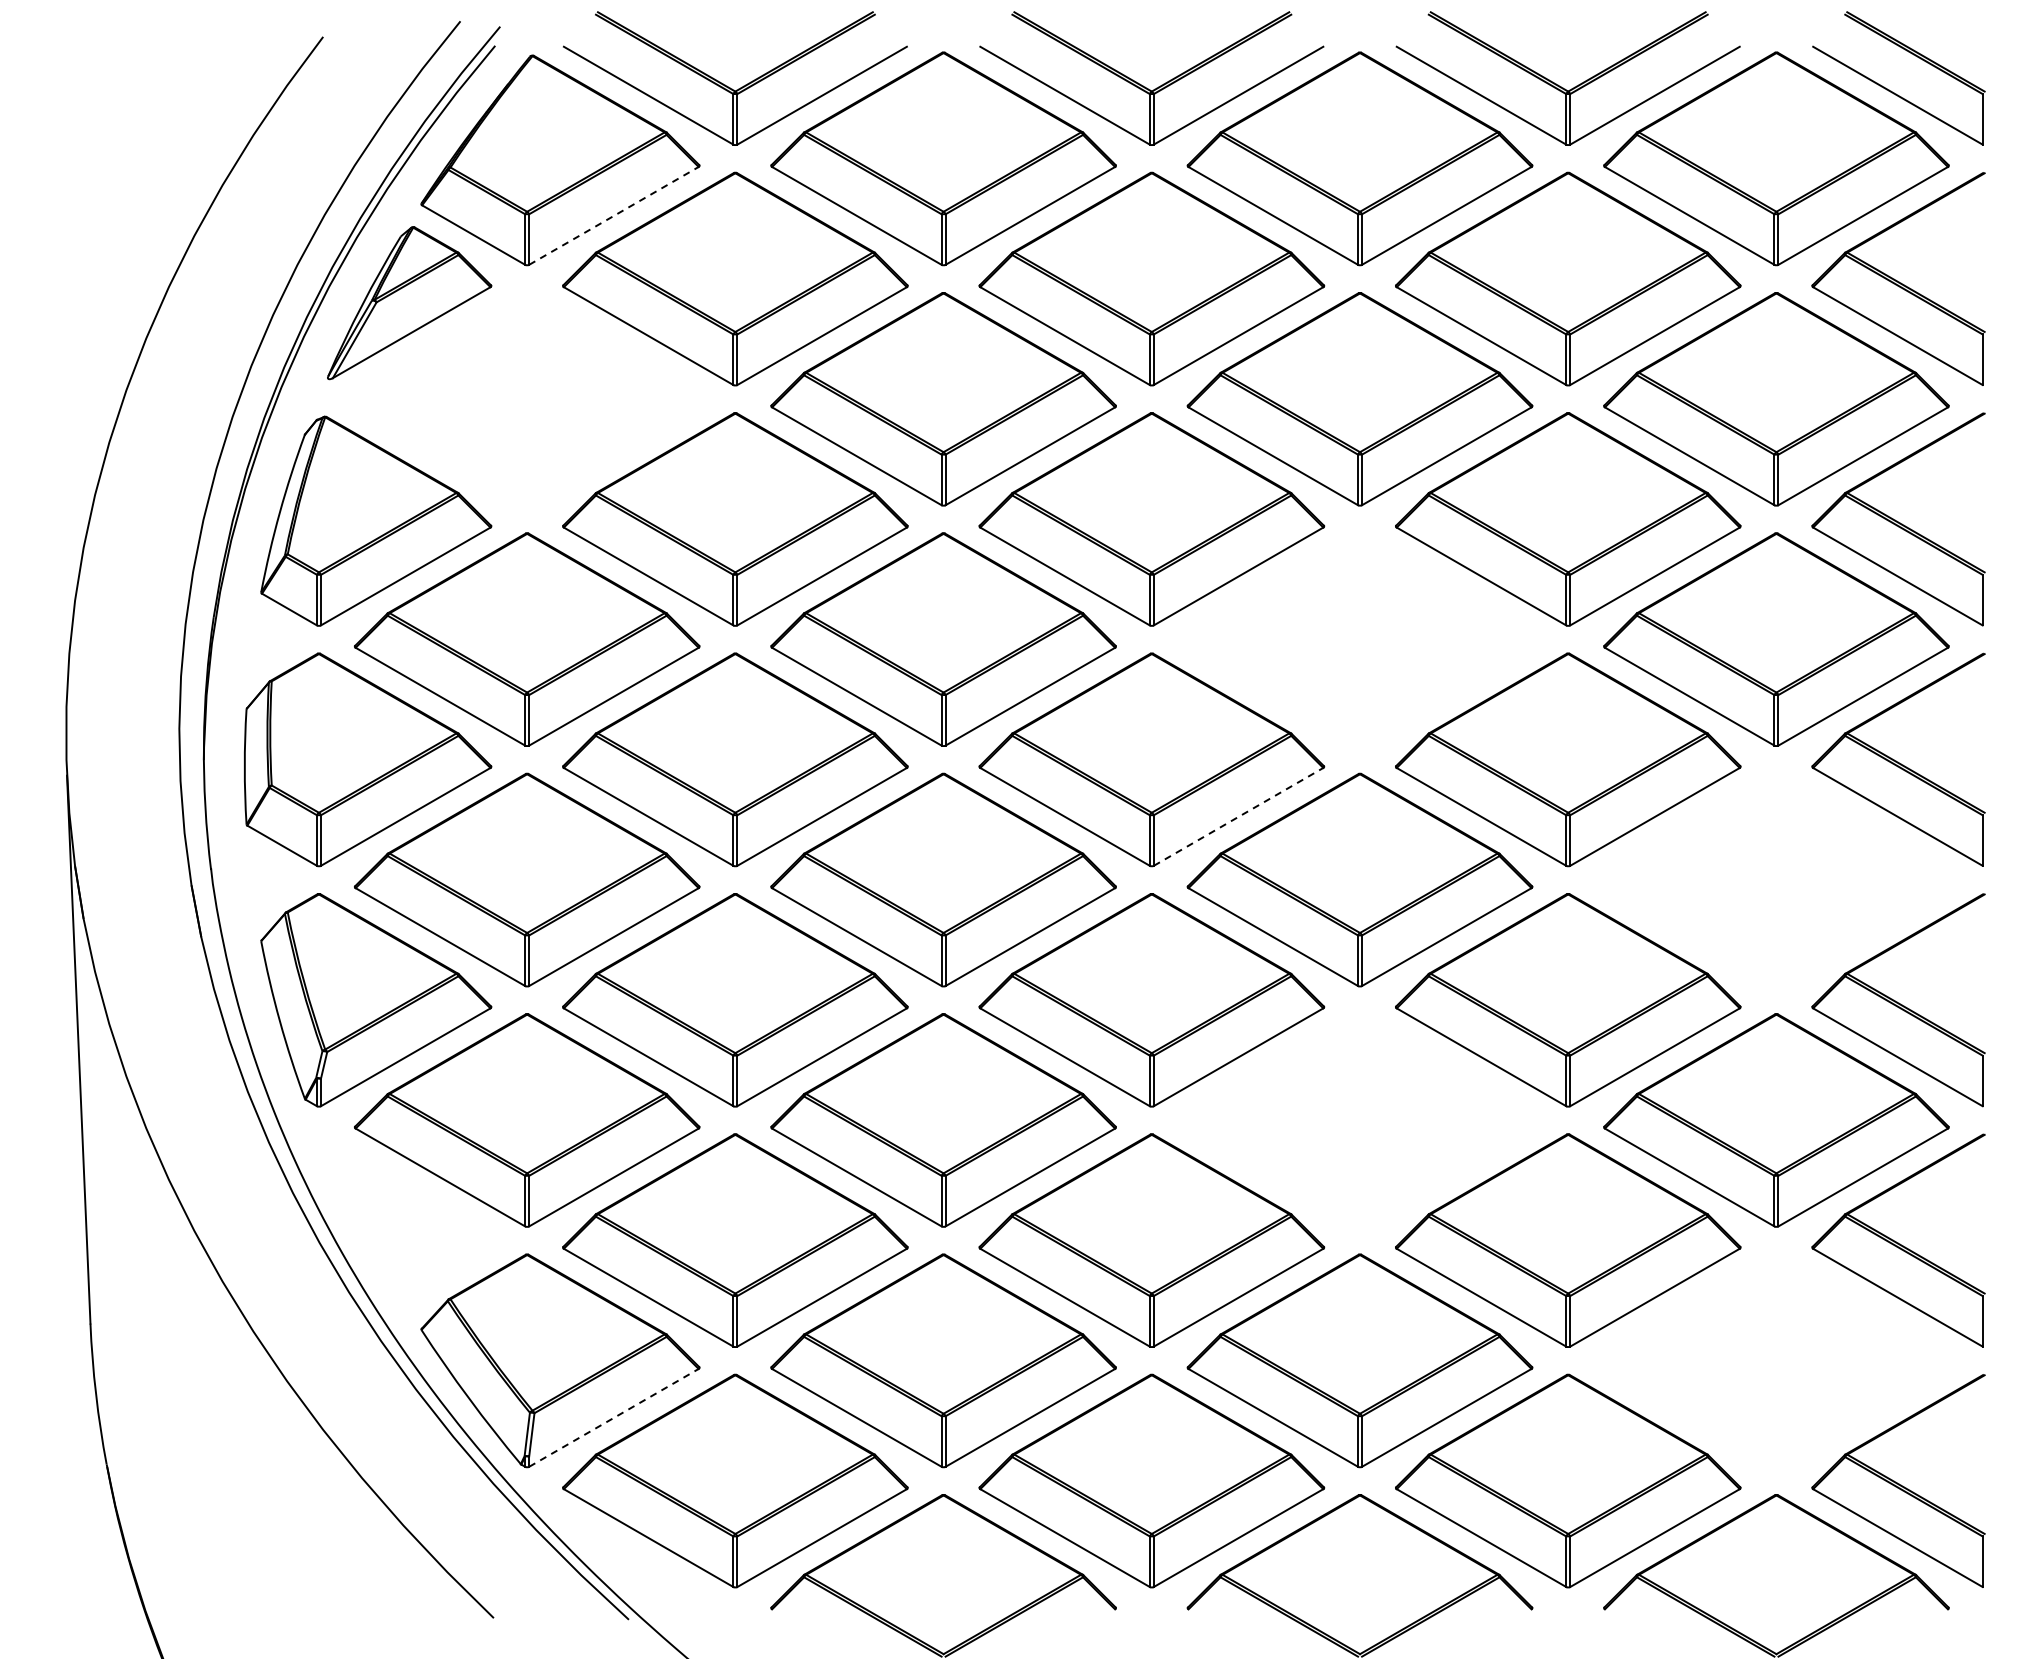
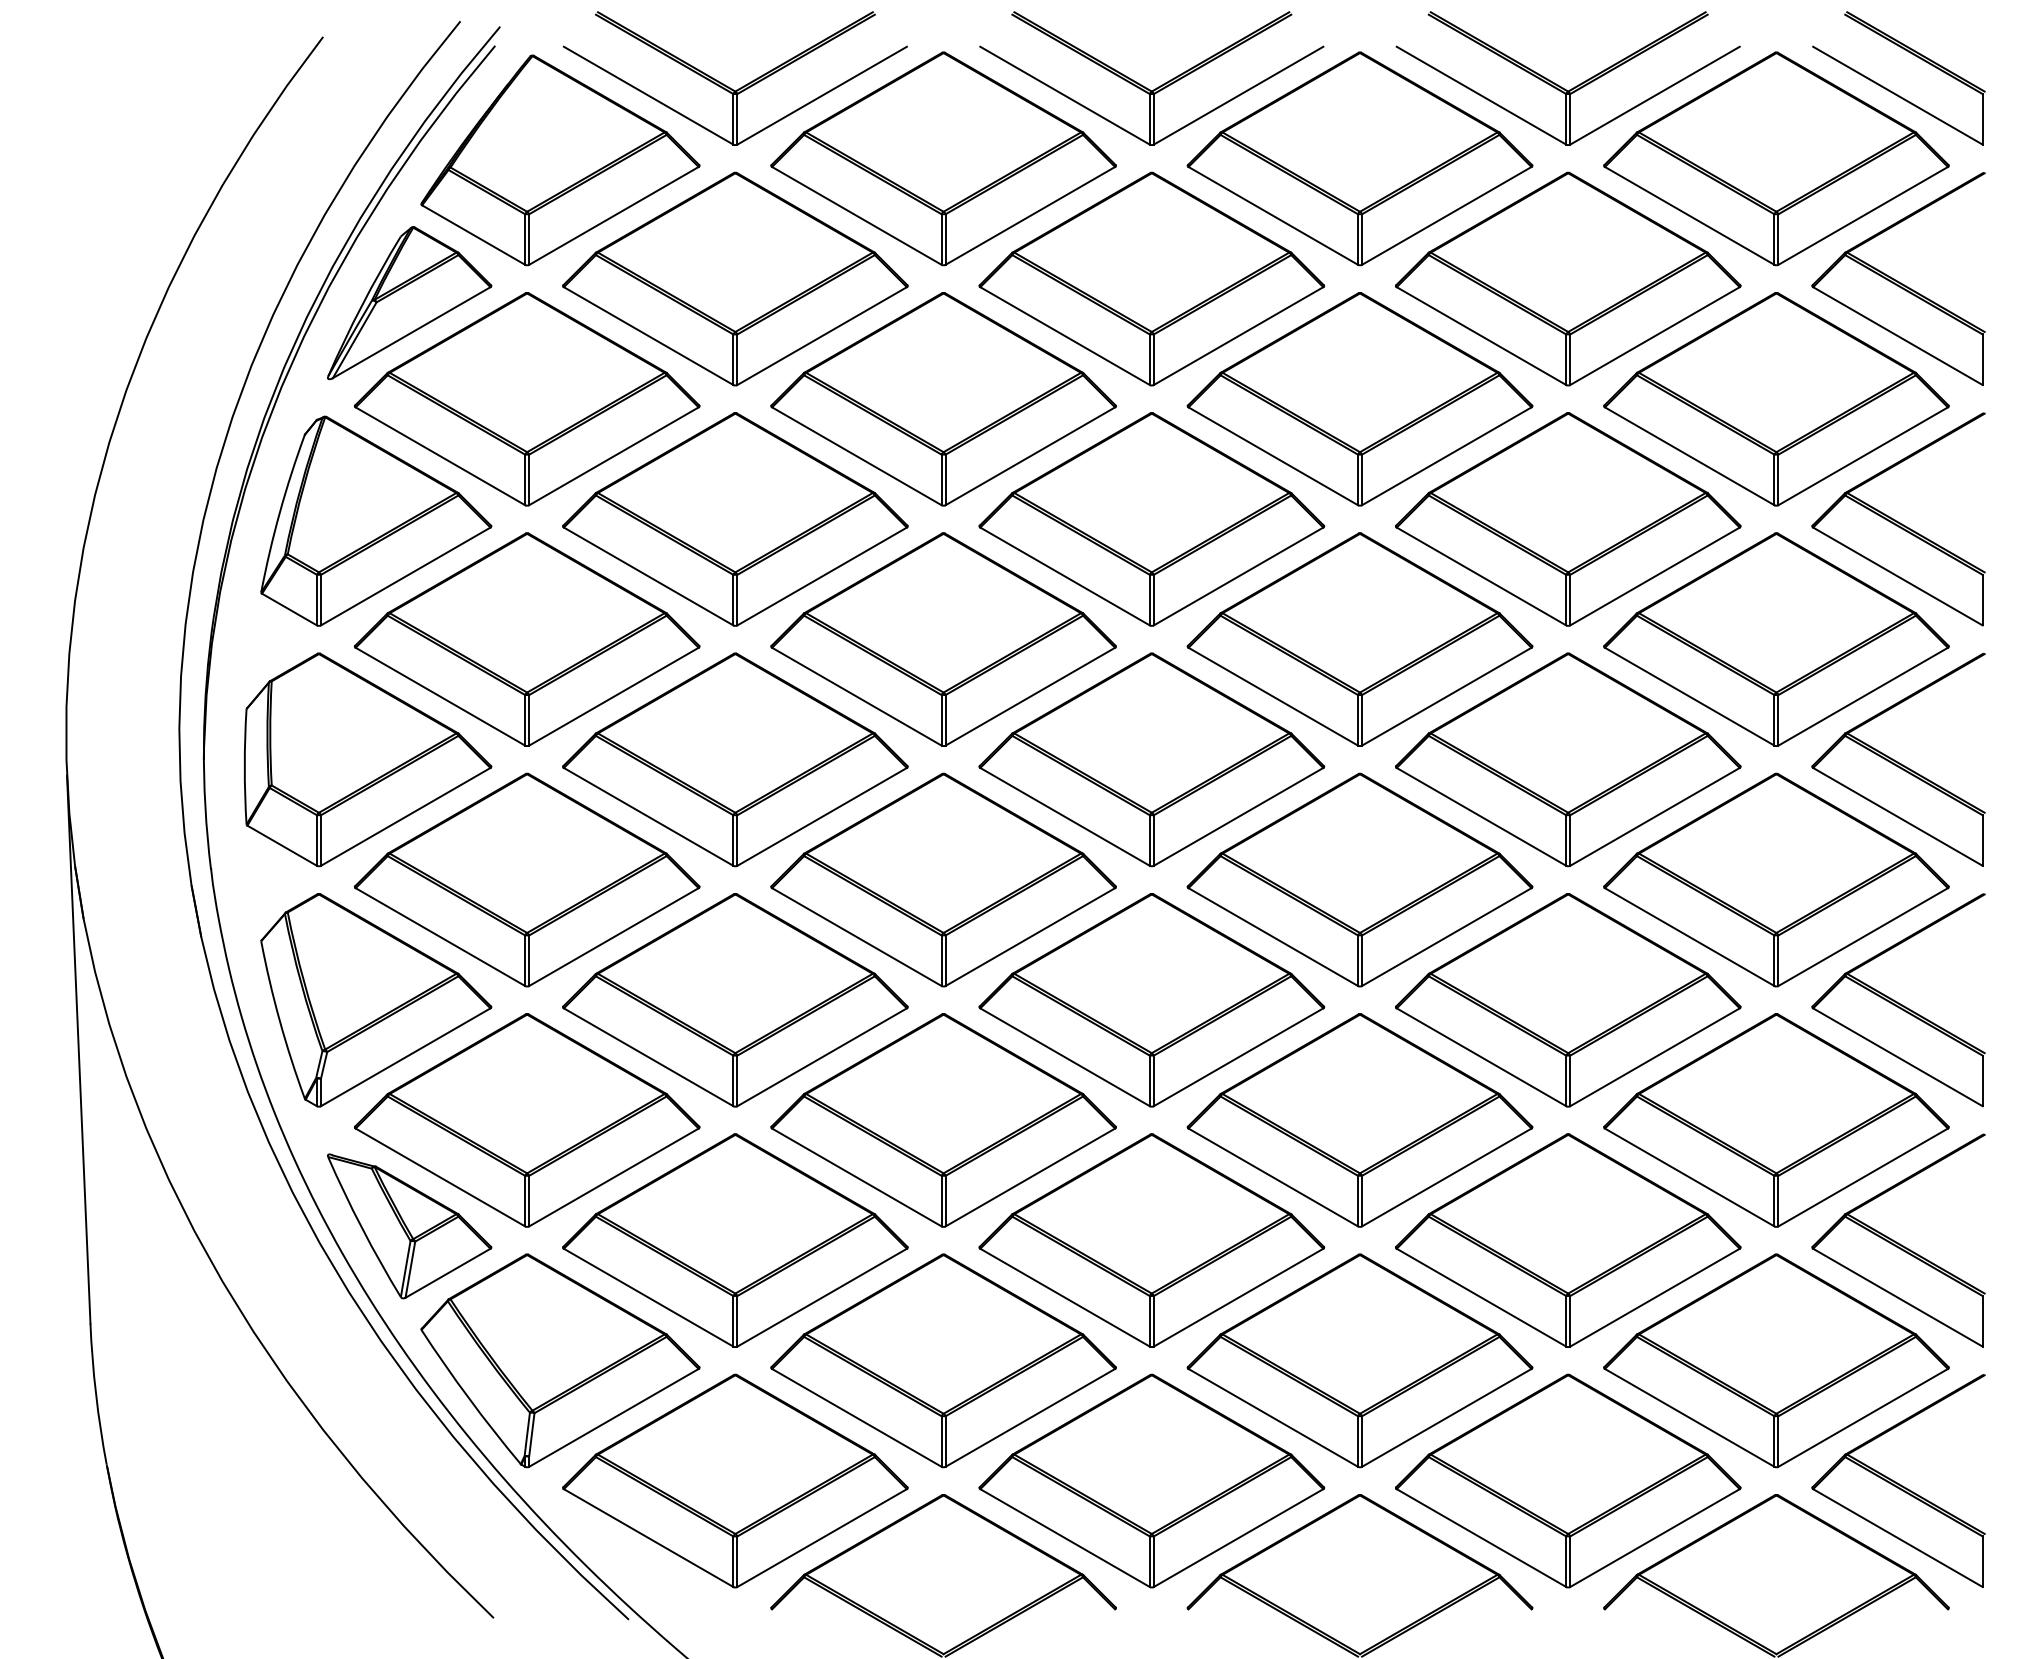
line at (613, 215): dashed -> solid
part at (527, 399): none -> present
part at (1359, 639): none -> present
line at (1238, 816): dashed -> solid
part at (1776, 879): none -> present
part at (1359, 1120): none -> present
part at (409, 1226): none -> present
part at (1776, 1360): none -> present
line at (613, 1417): dashed -> solid
